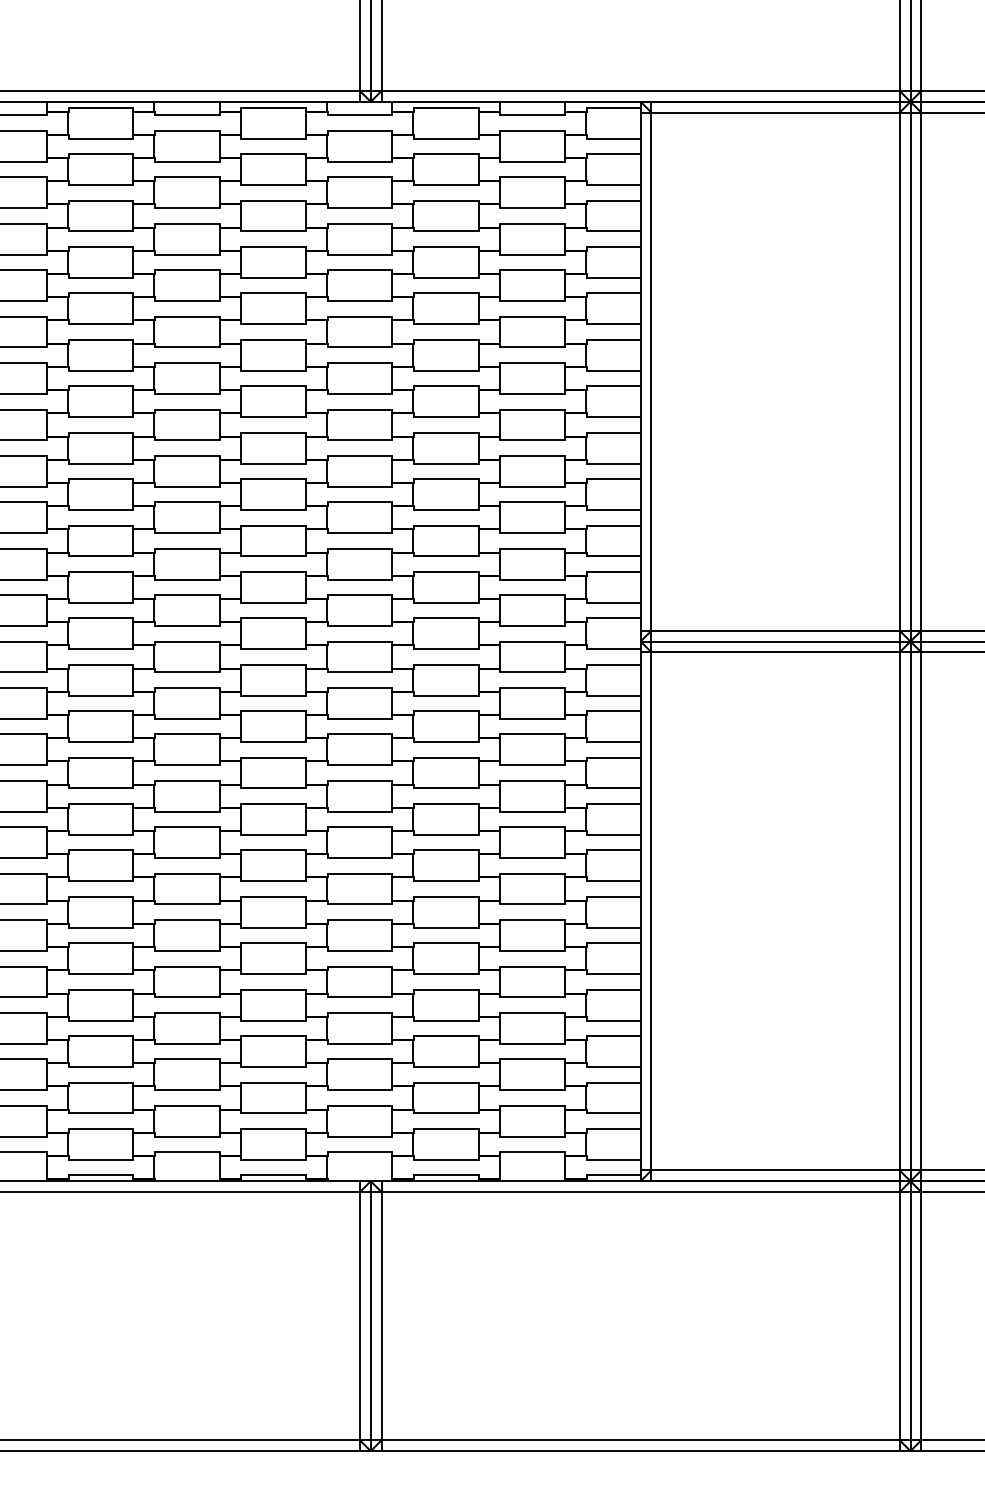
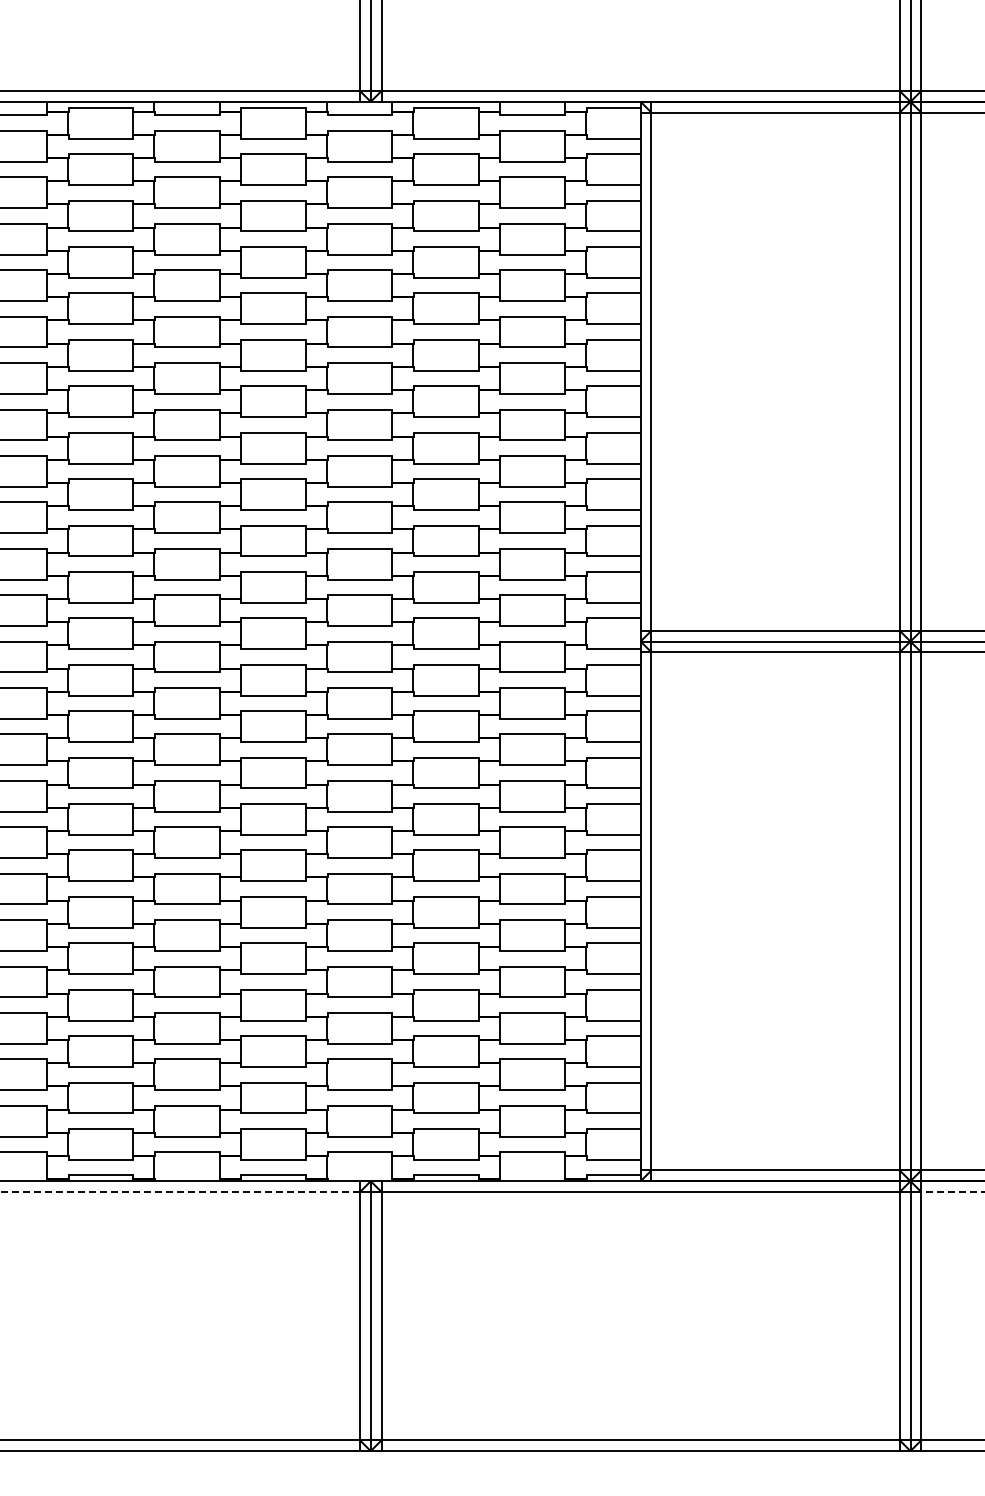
line at (180, 1192): solid -> dashed
line at (952, 1192): solid -> dashed
